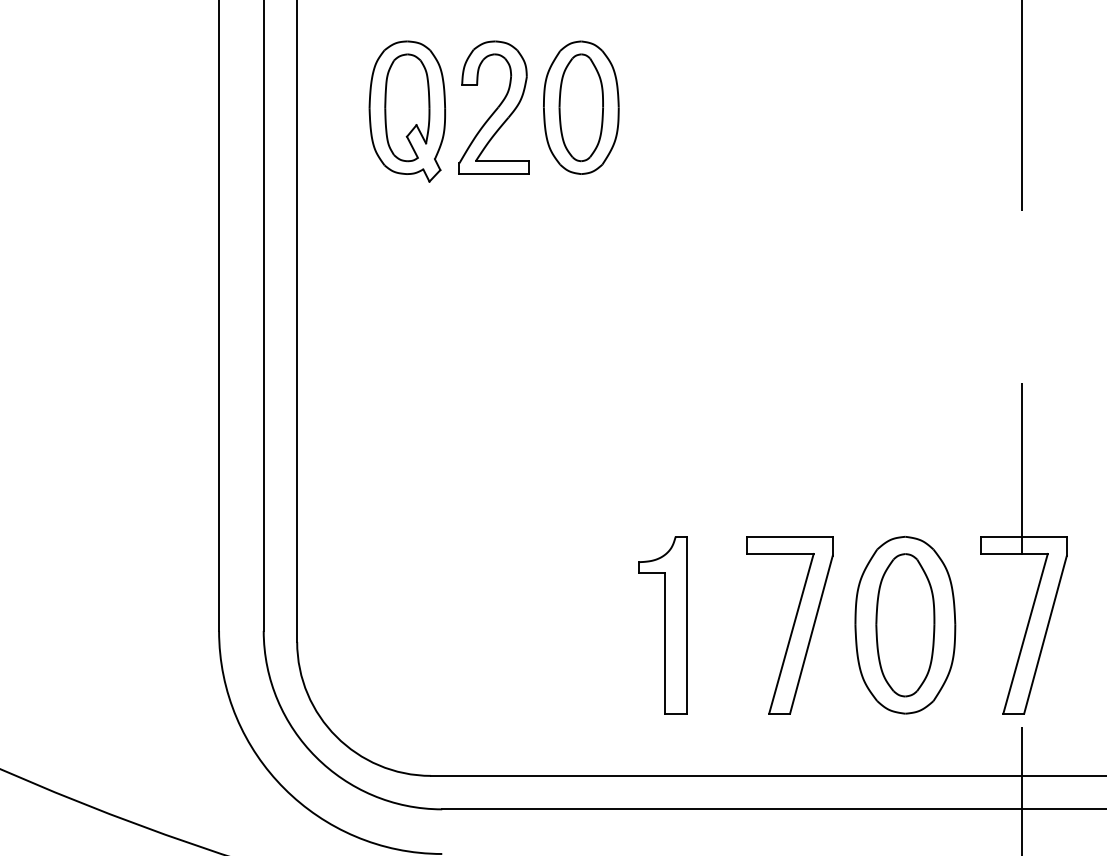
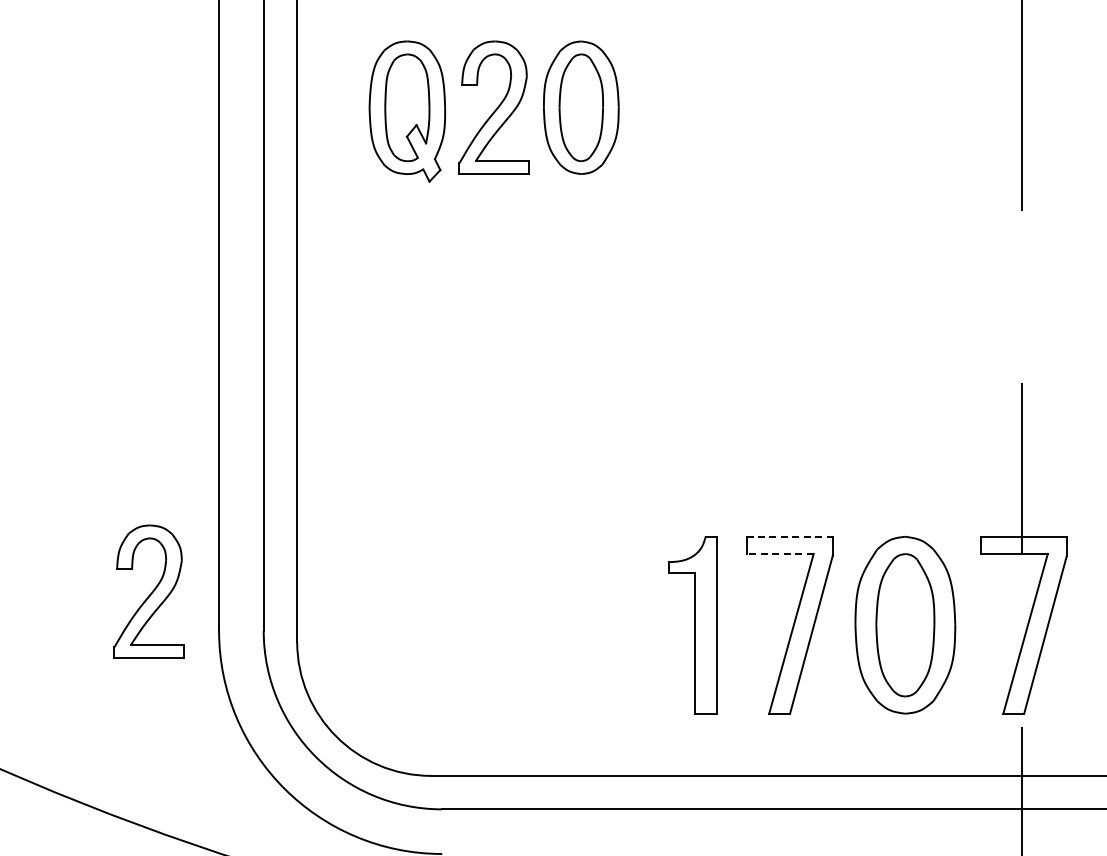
line at (790, 536): solid -> dashed
line at (780, 553): solid -> dashed
part at (148, 591): none -> present
part at (662, 625) position: (662, 625) -> (692, 625)
